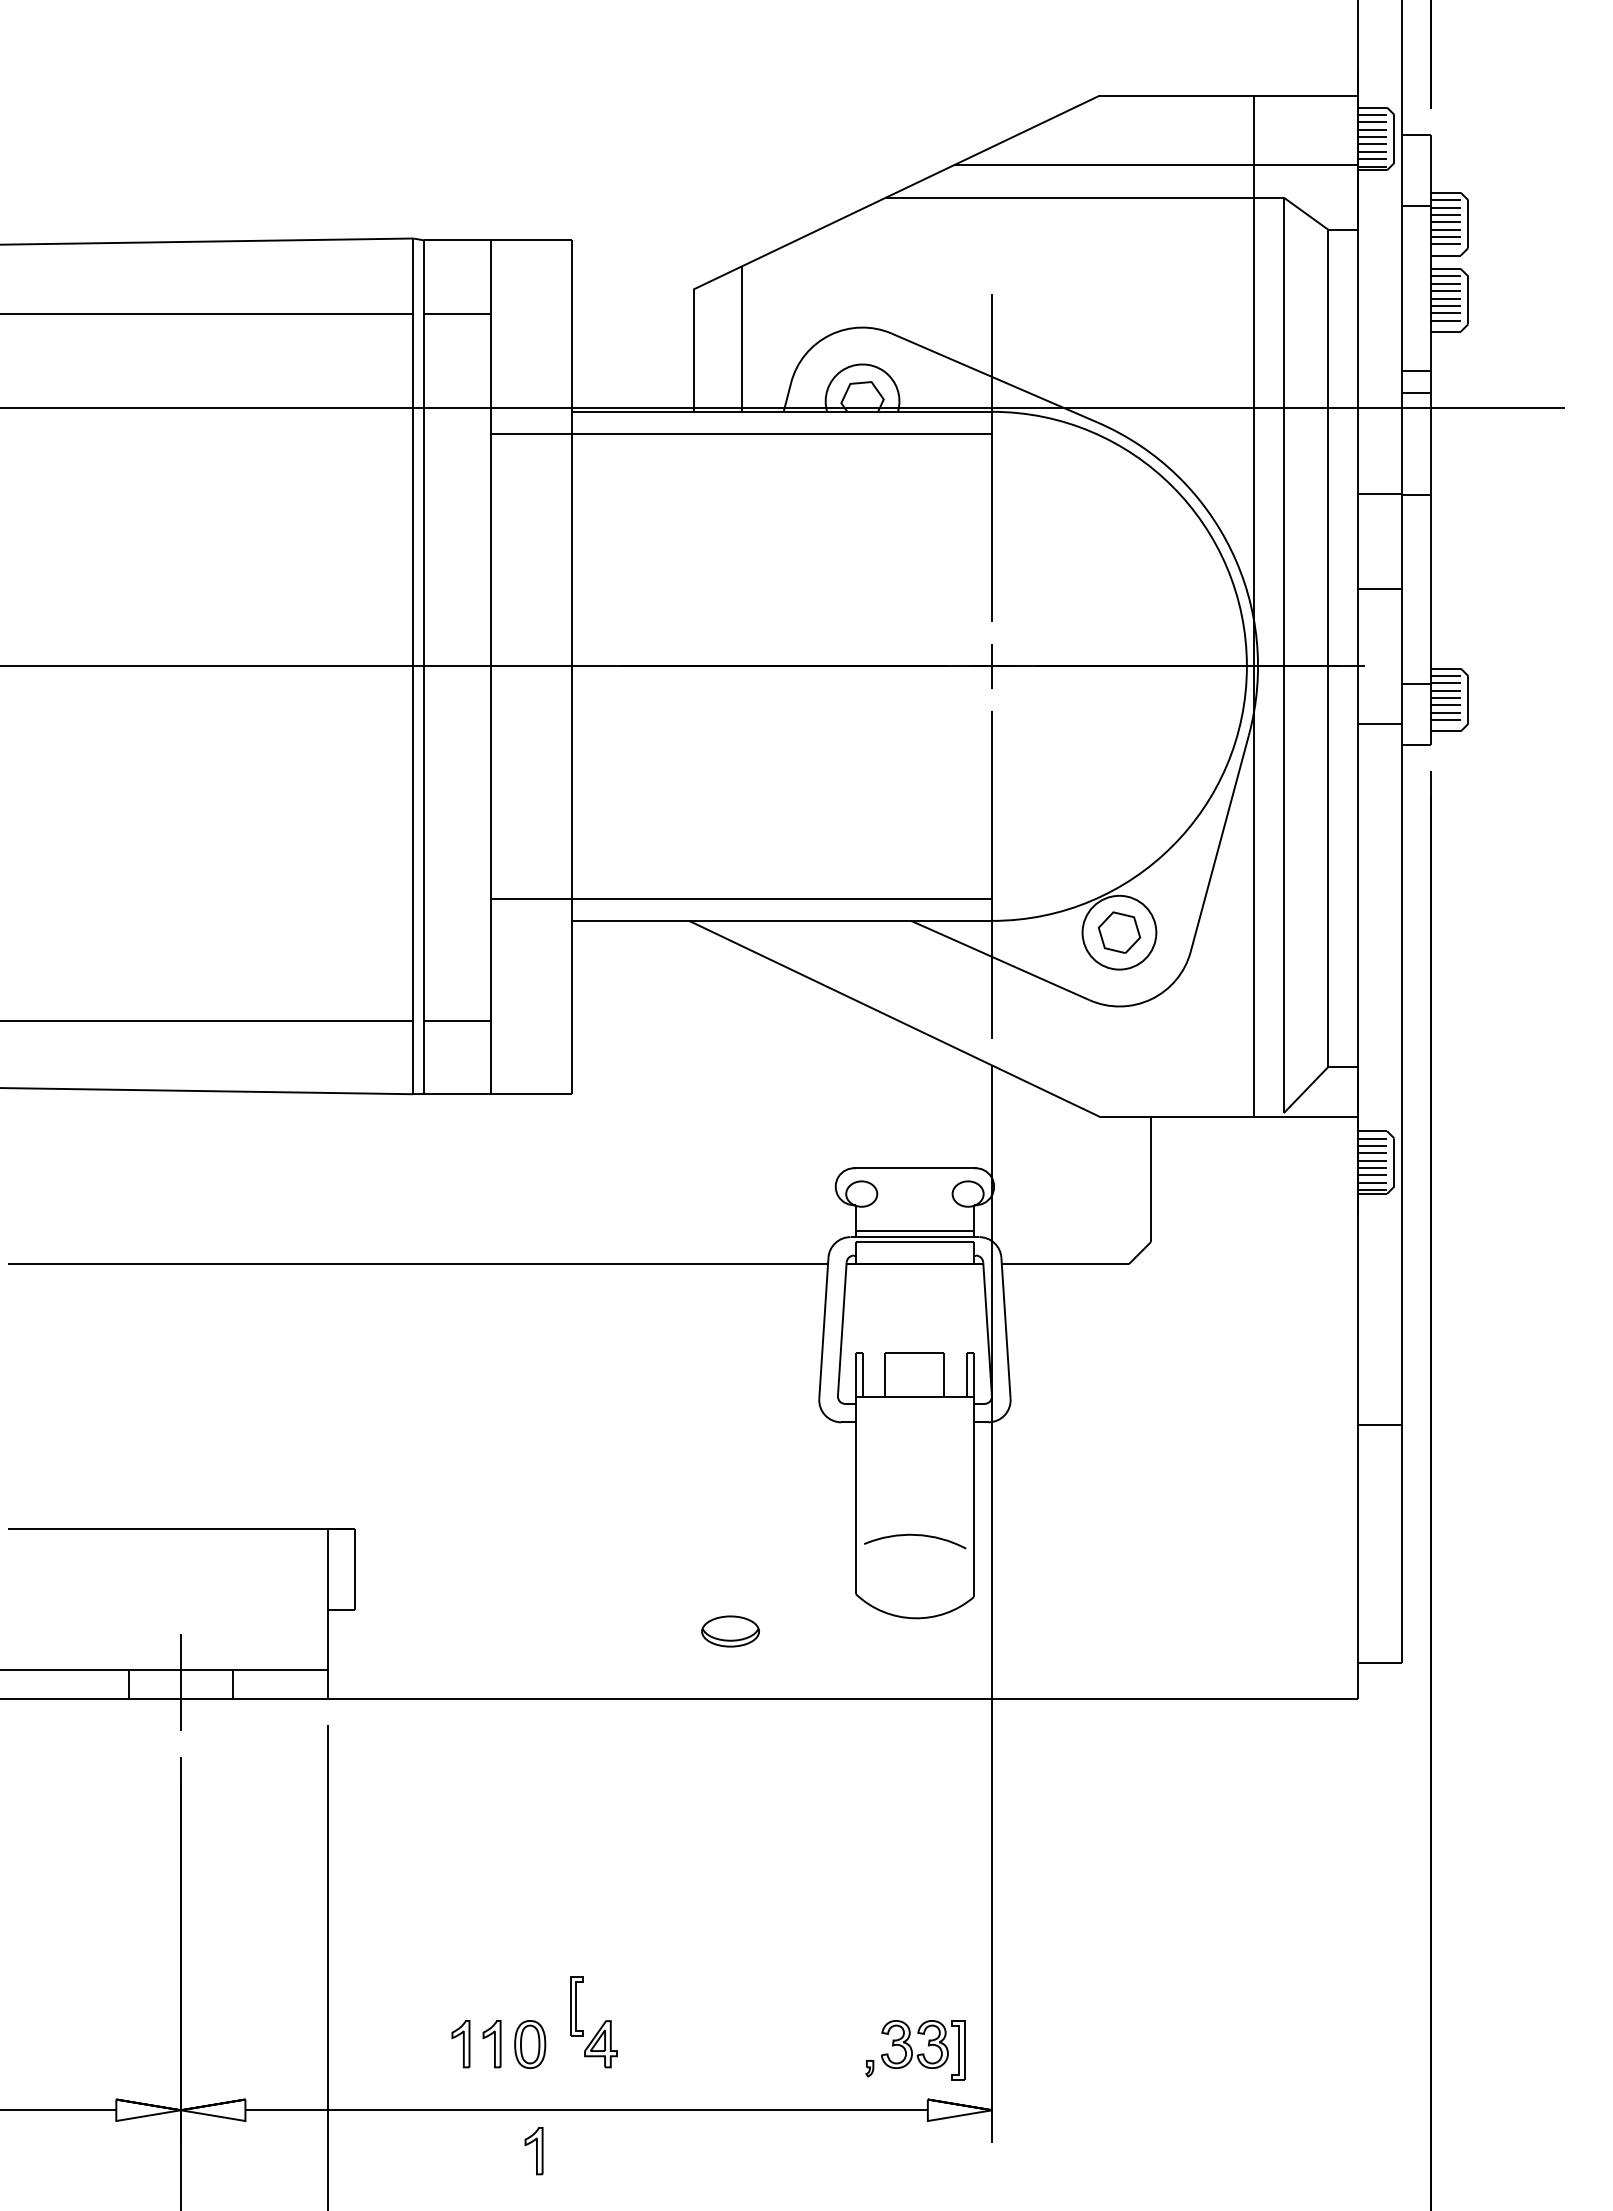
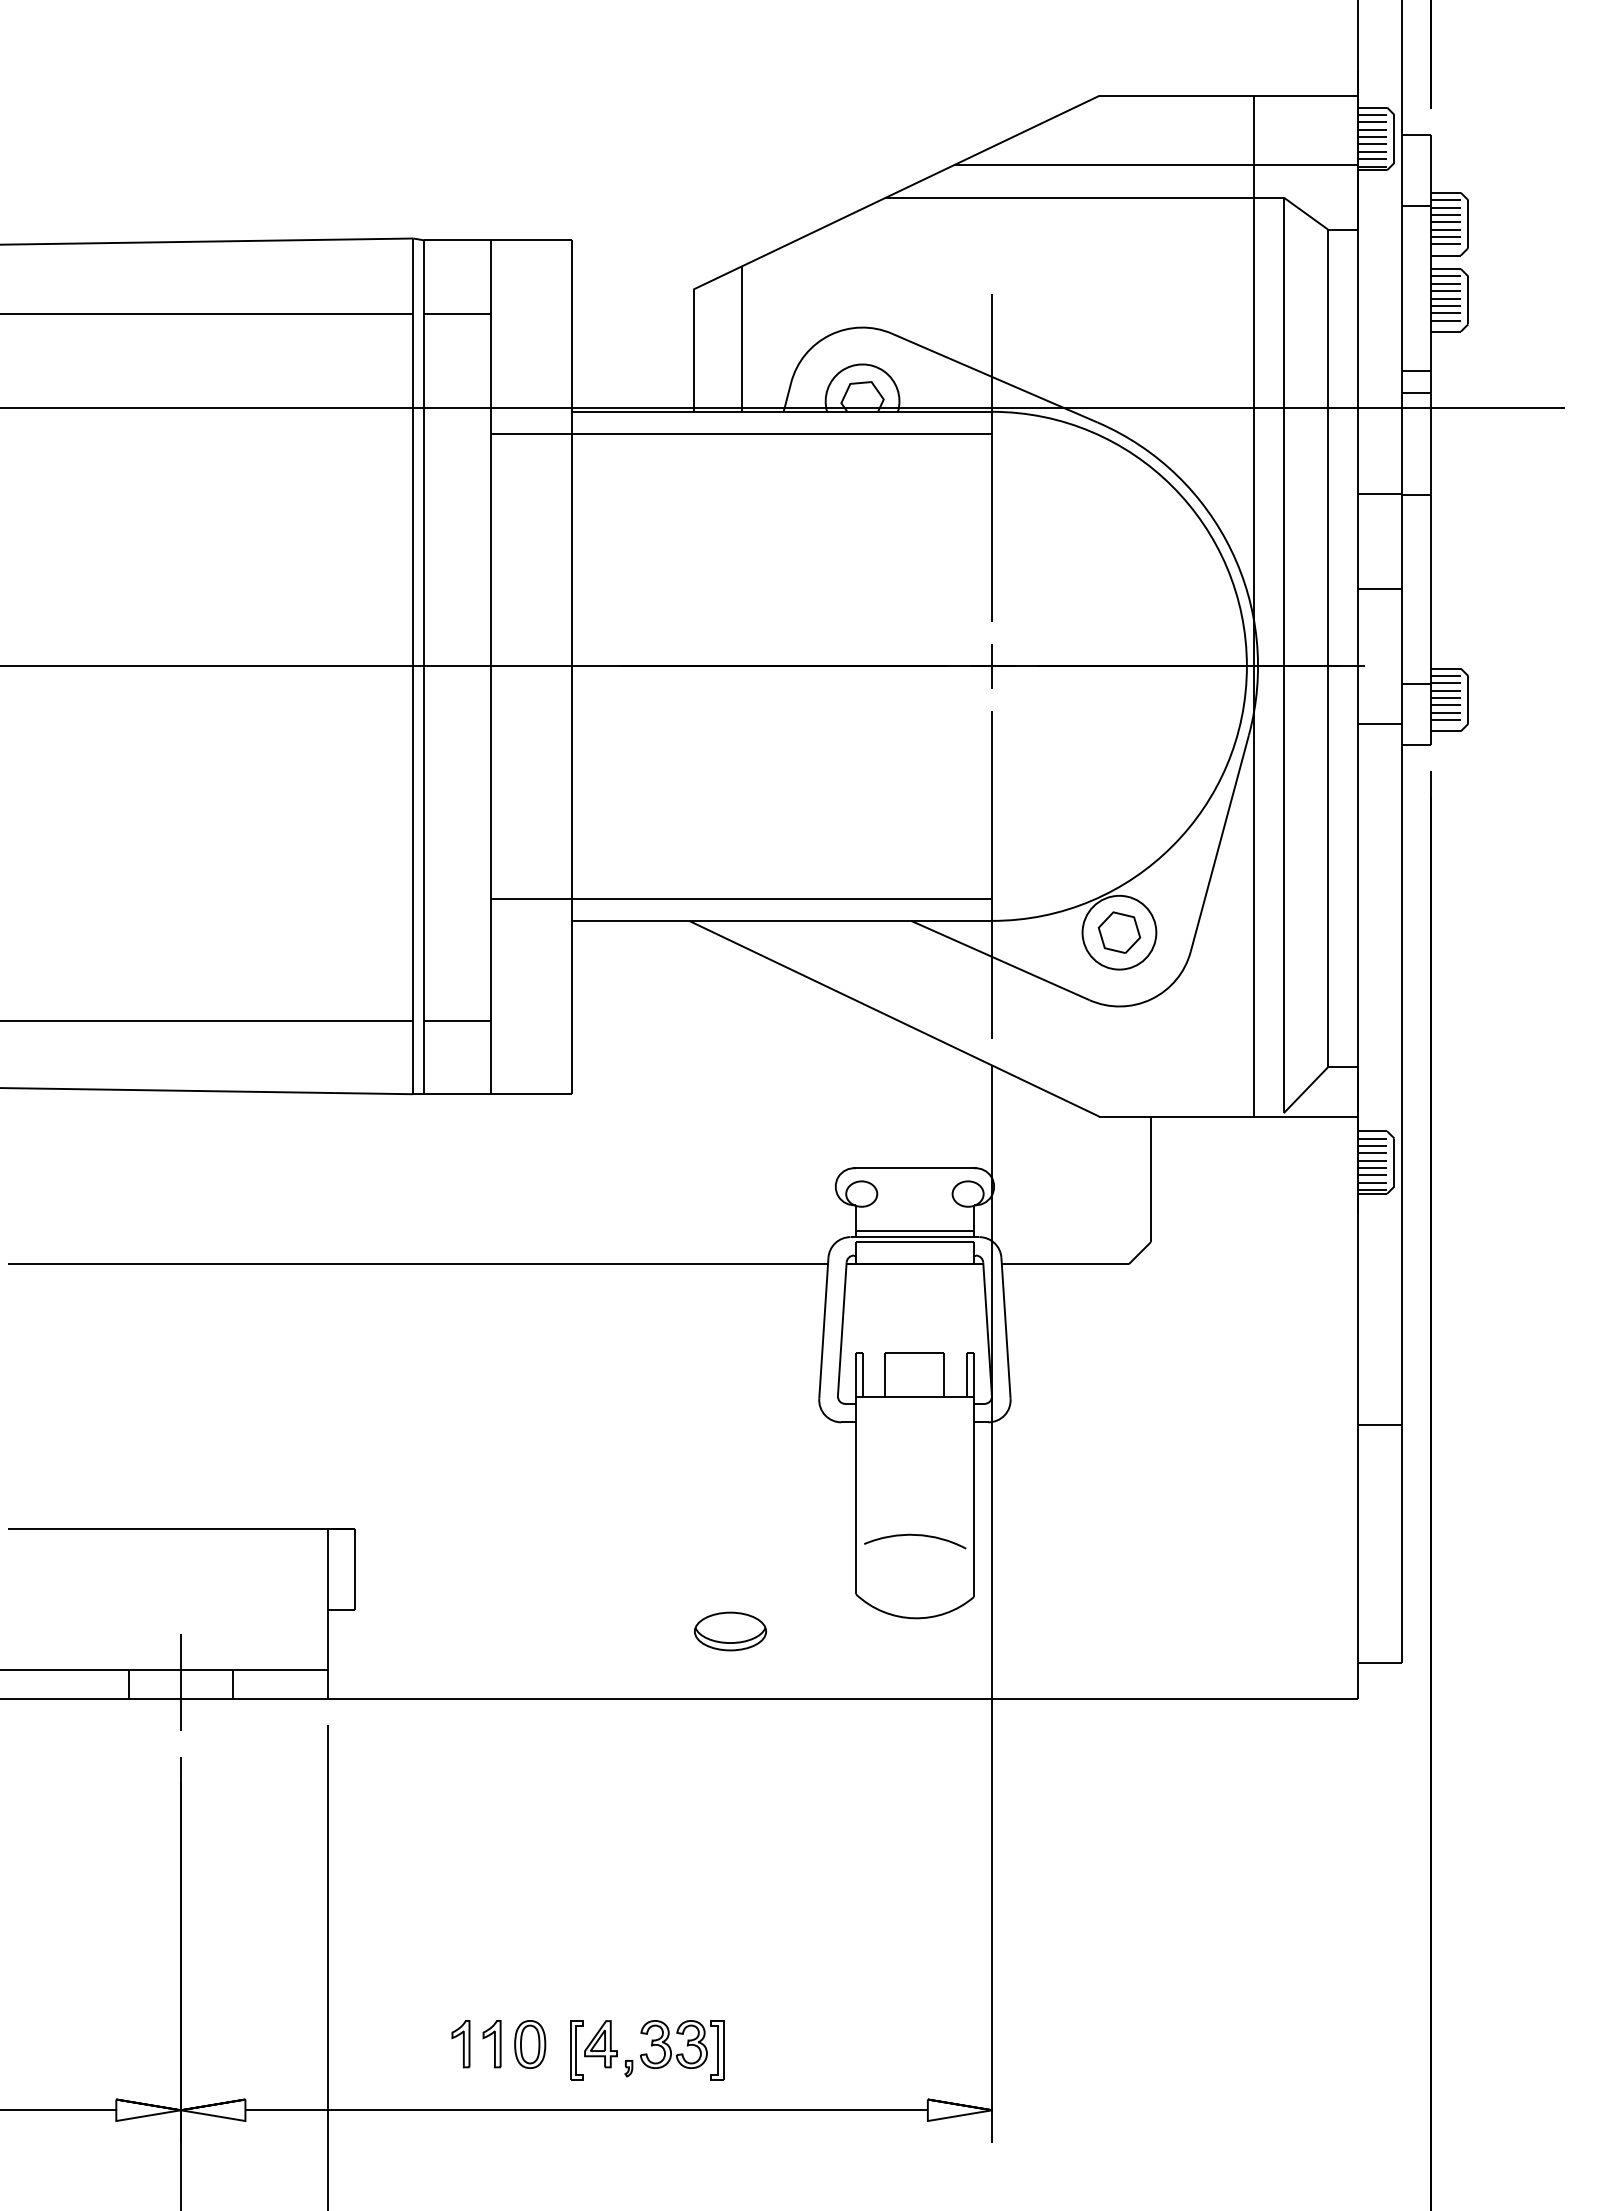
part at (730, 1631) size: 59x33 px -> 74x41 px
part at (576, 2006) position: (576, 2006) -> (576, 2050)
part at (915, 2050) position: (915, 2050) -> (674, 2050)
part at (533, 2151): present -> none
